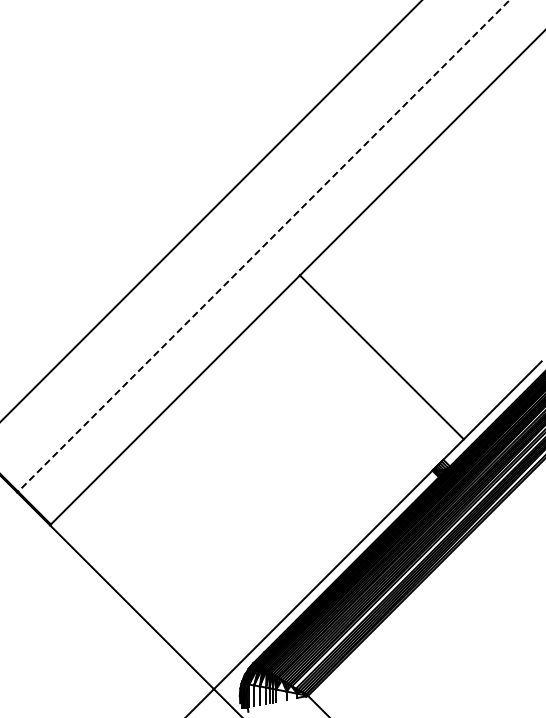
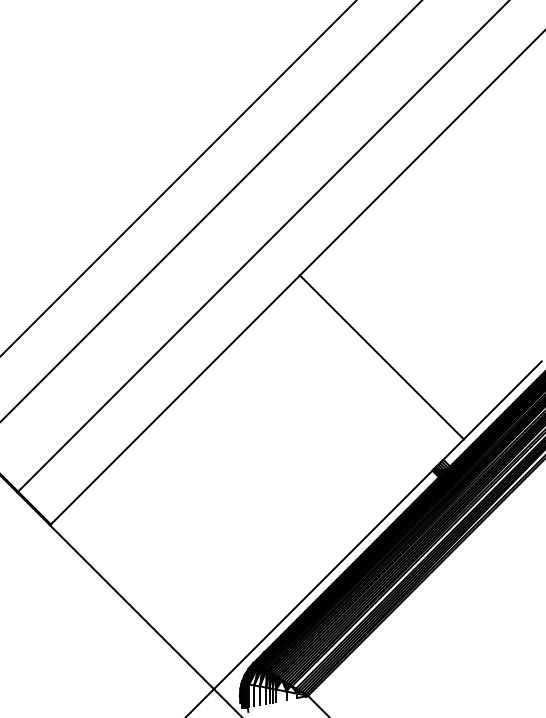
line at (178, 178): none -> present
line at (263, 246): dashed -> solid
